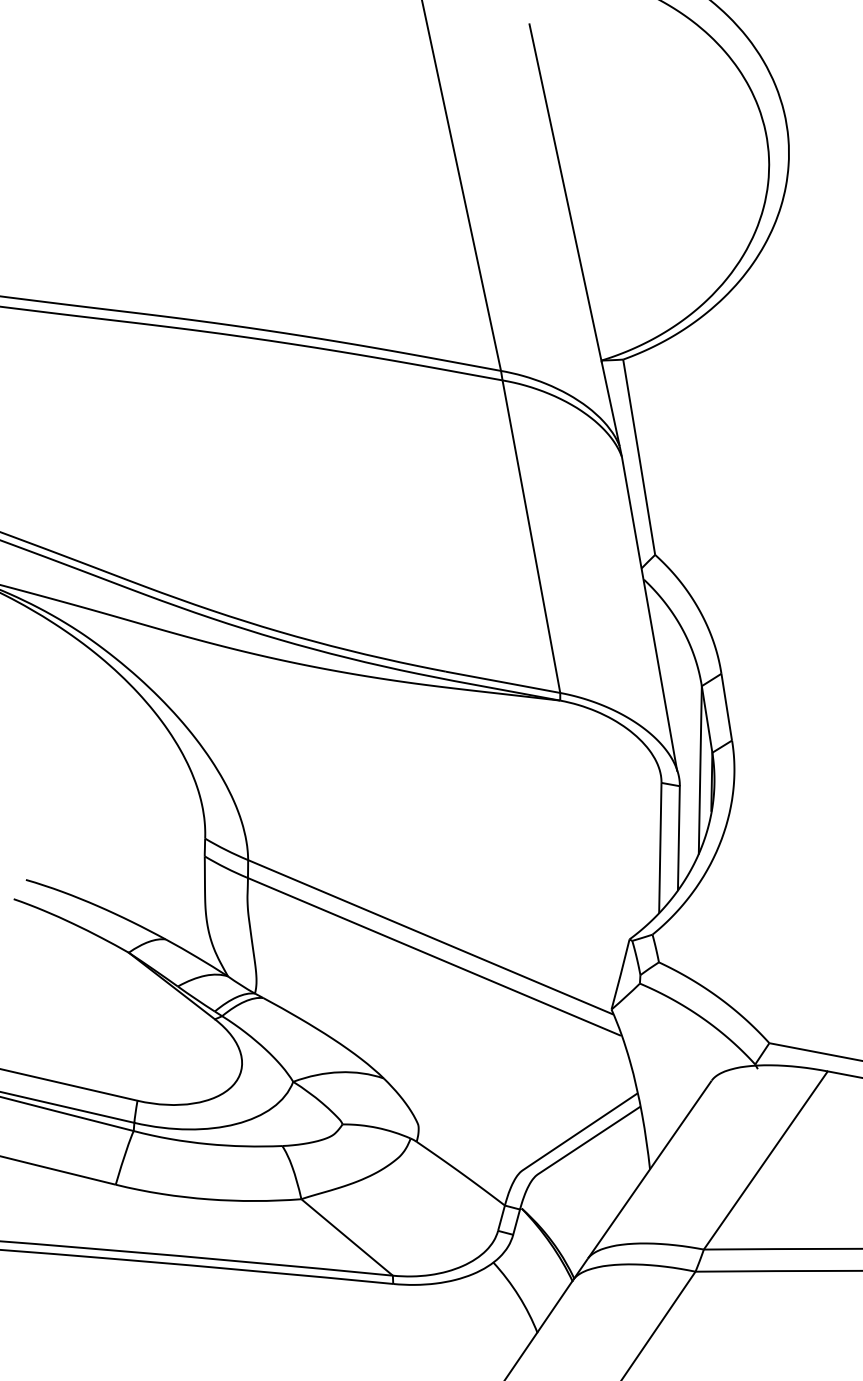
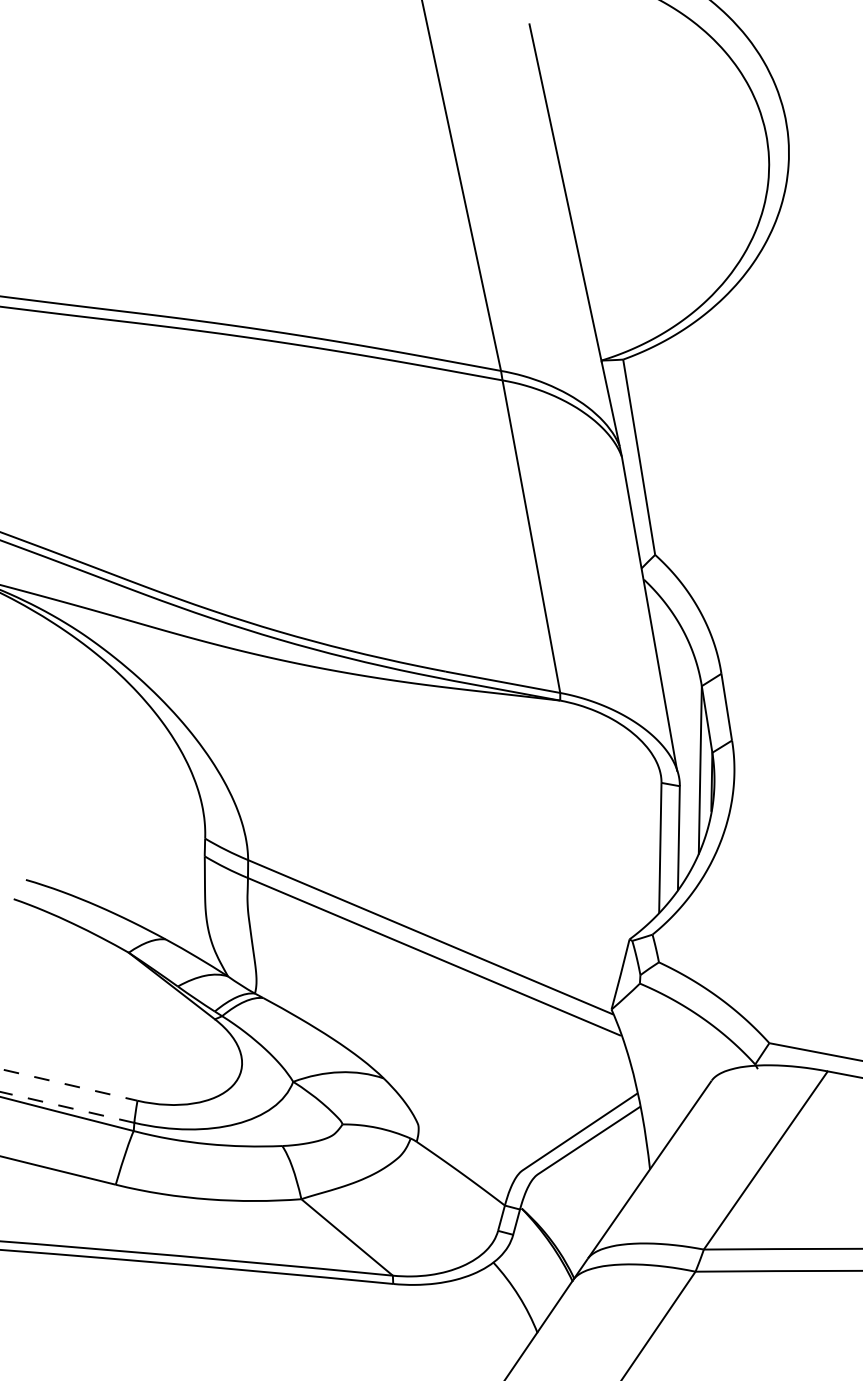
line at (69, 1085): solid -> dashed
line at (67, 1107): solid -> dashed
